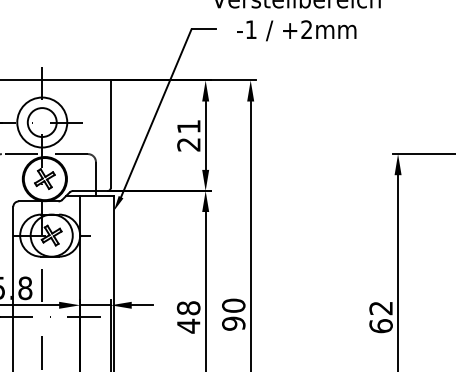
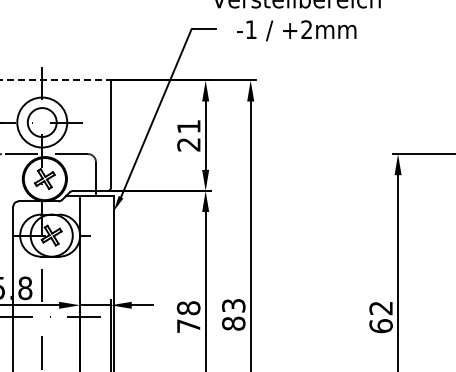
line at (55, 80): solid -> dashed
text at (233, 314): 90 -> 83
text at (188, 325): 48 -> 78
